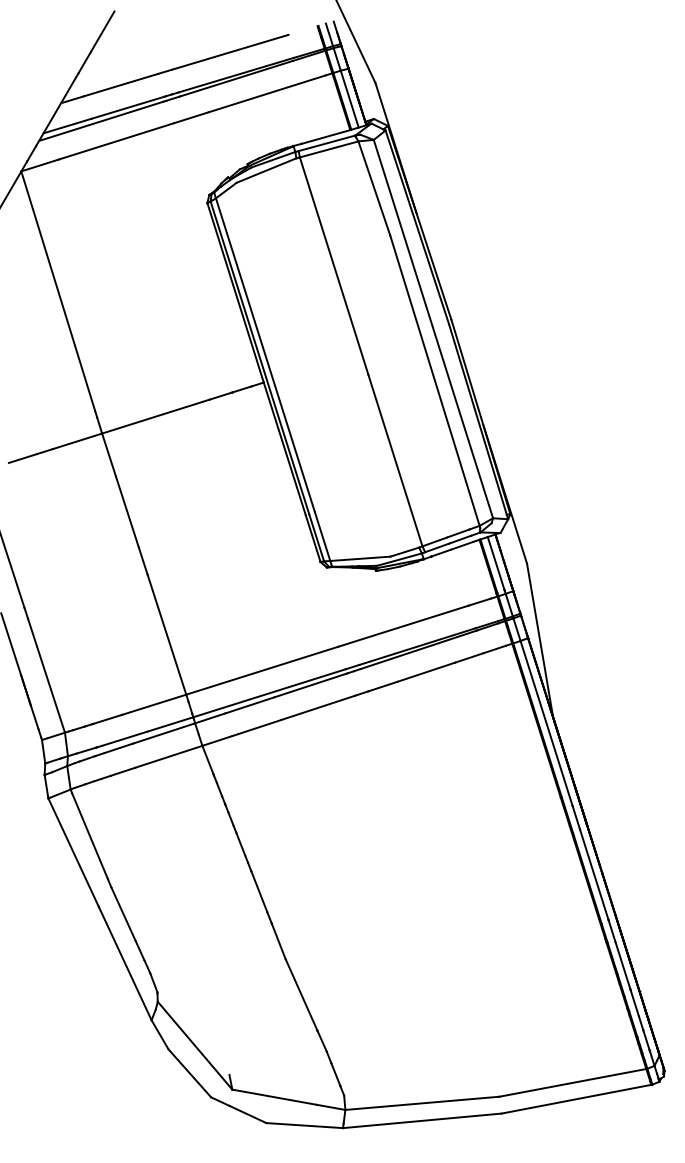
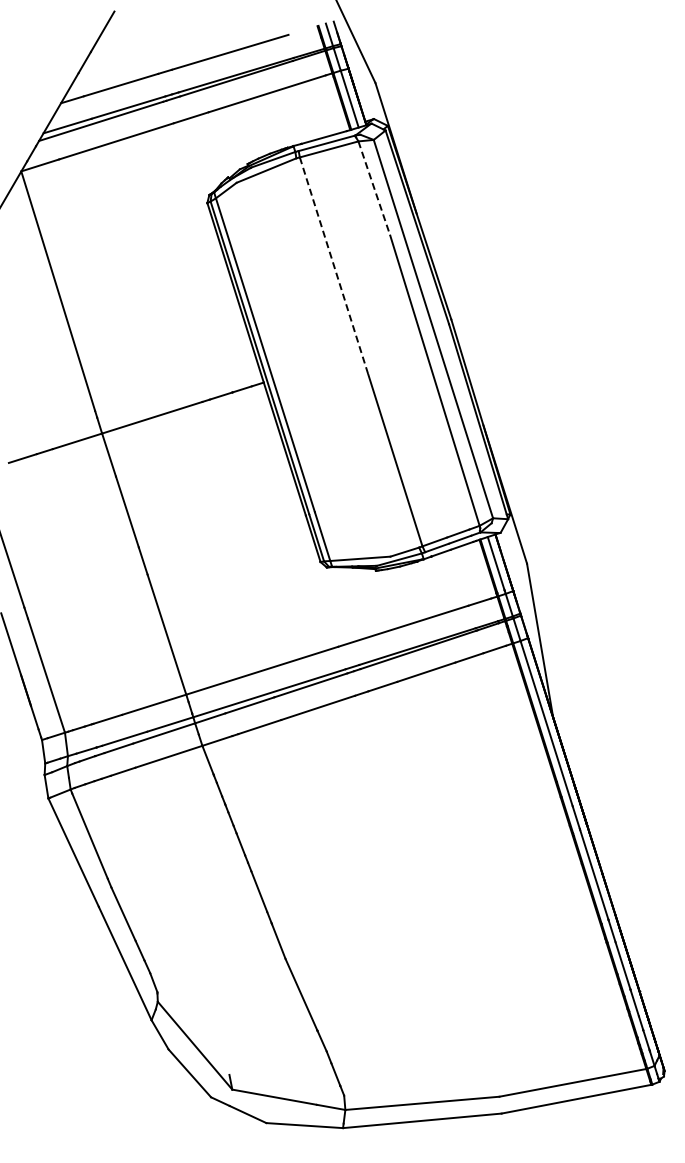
line at (374, 188): solid -> dashed
line at (334, 266): solid -> dashed
